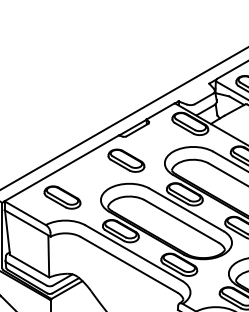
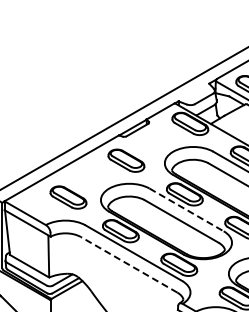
part at (62, 197) position: (62, 197) -> (68, 197)
line at (186, 209): solid -> dashed
line at (129, 264): solid -> dashed
